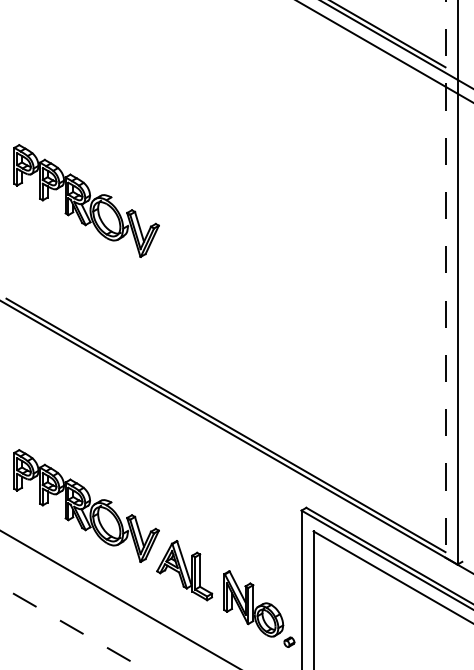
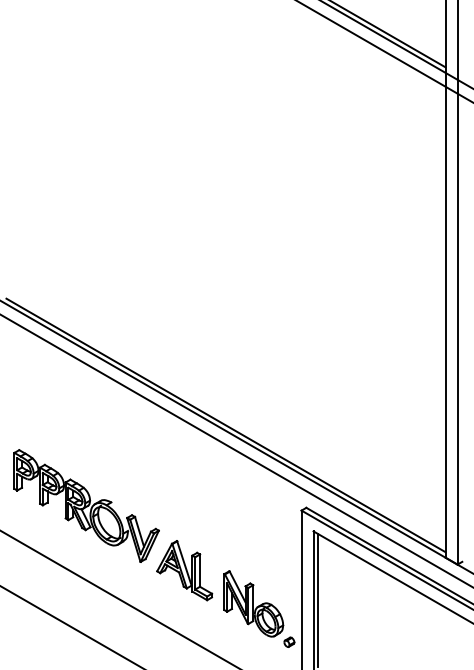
part at (86, 200): present -> none
line at (445, 279): dashed -> solid
line at (236, 450): none -> present
line at (318, 600): none -> present
line at (73, 628): dashed -> solid
